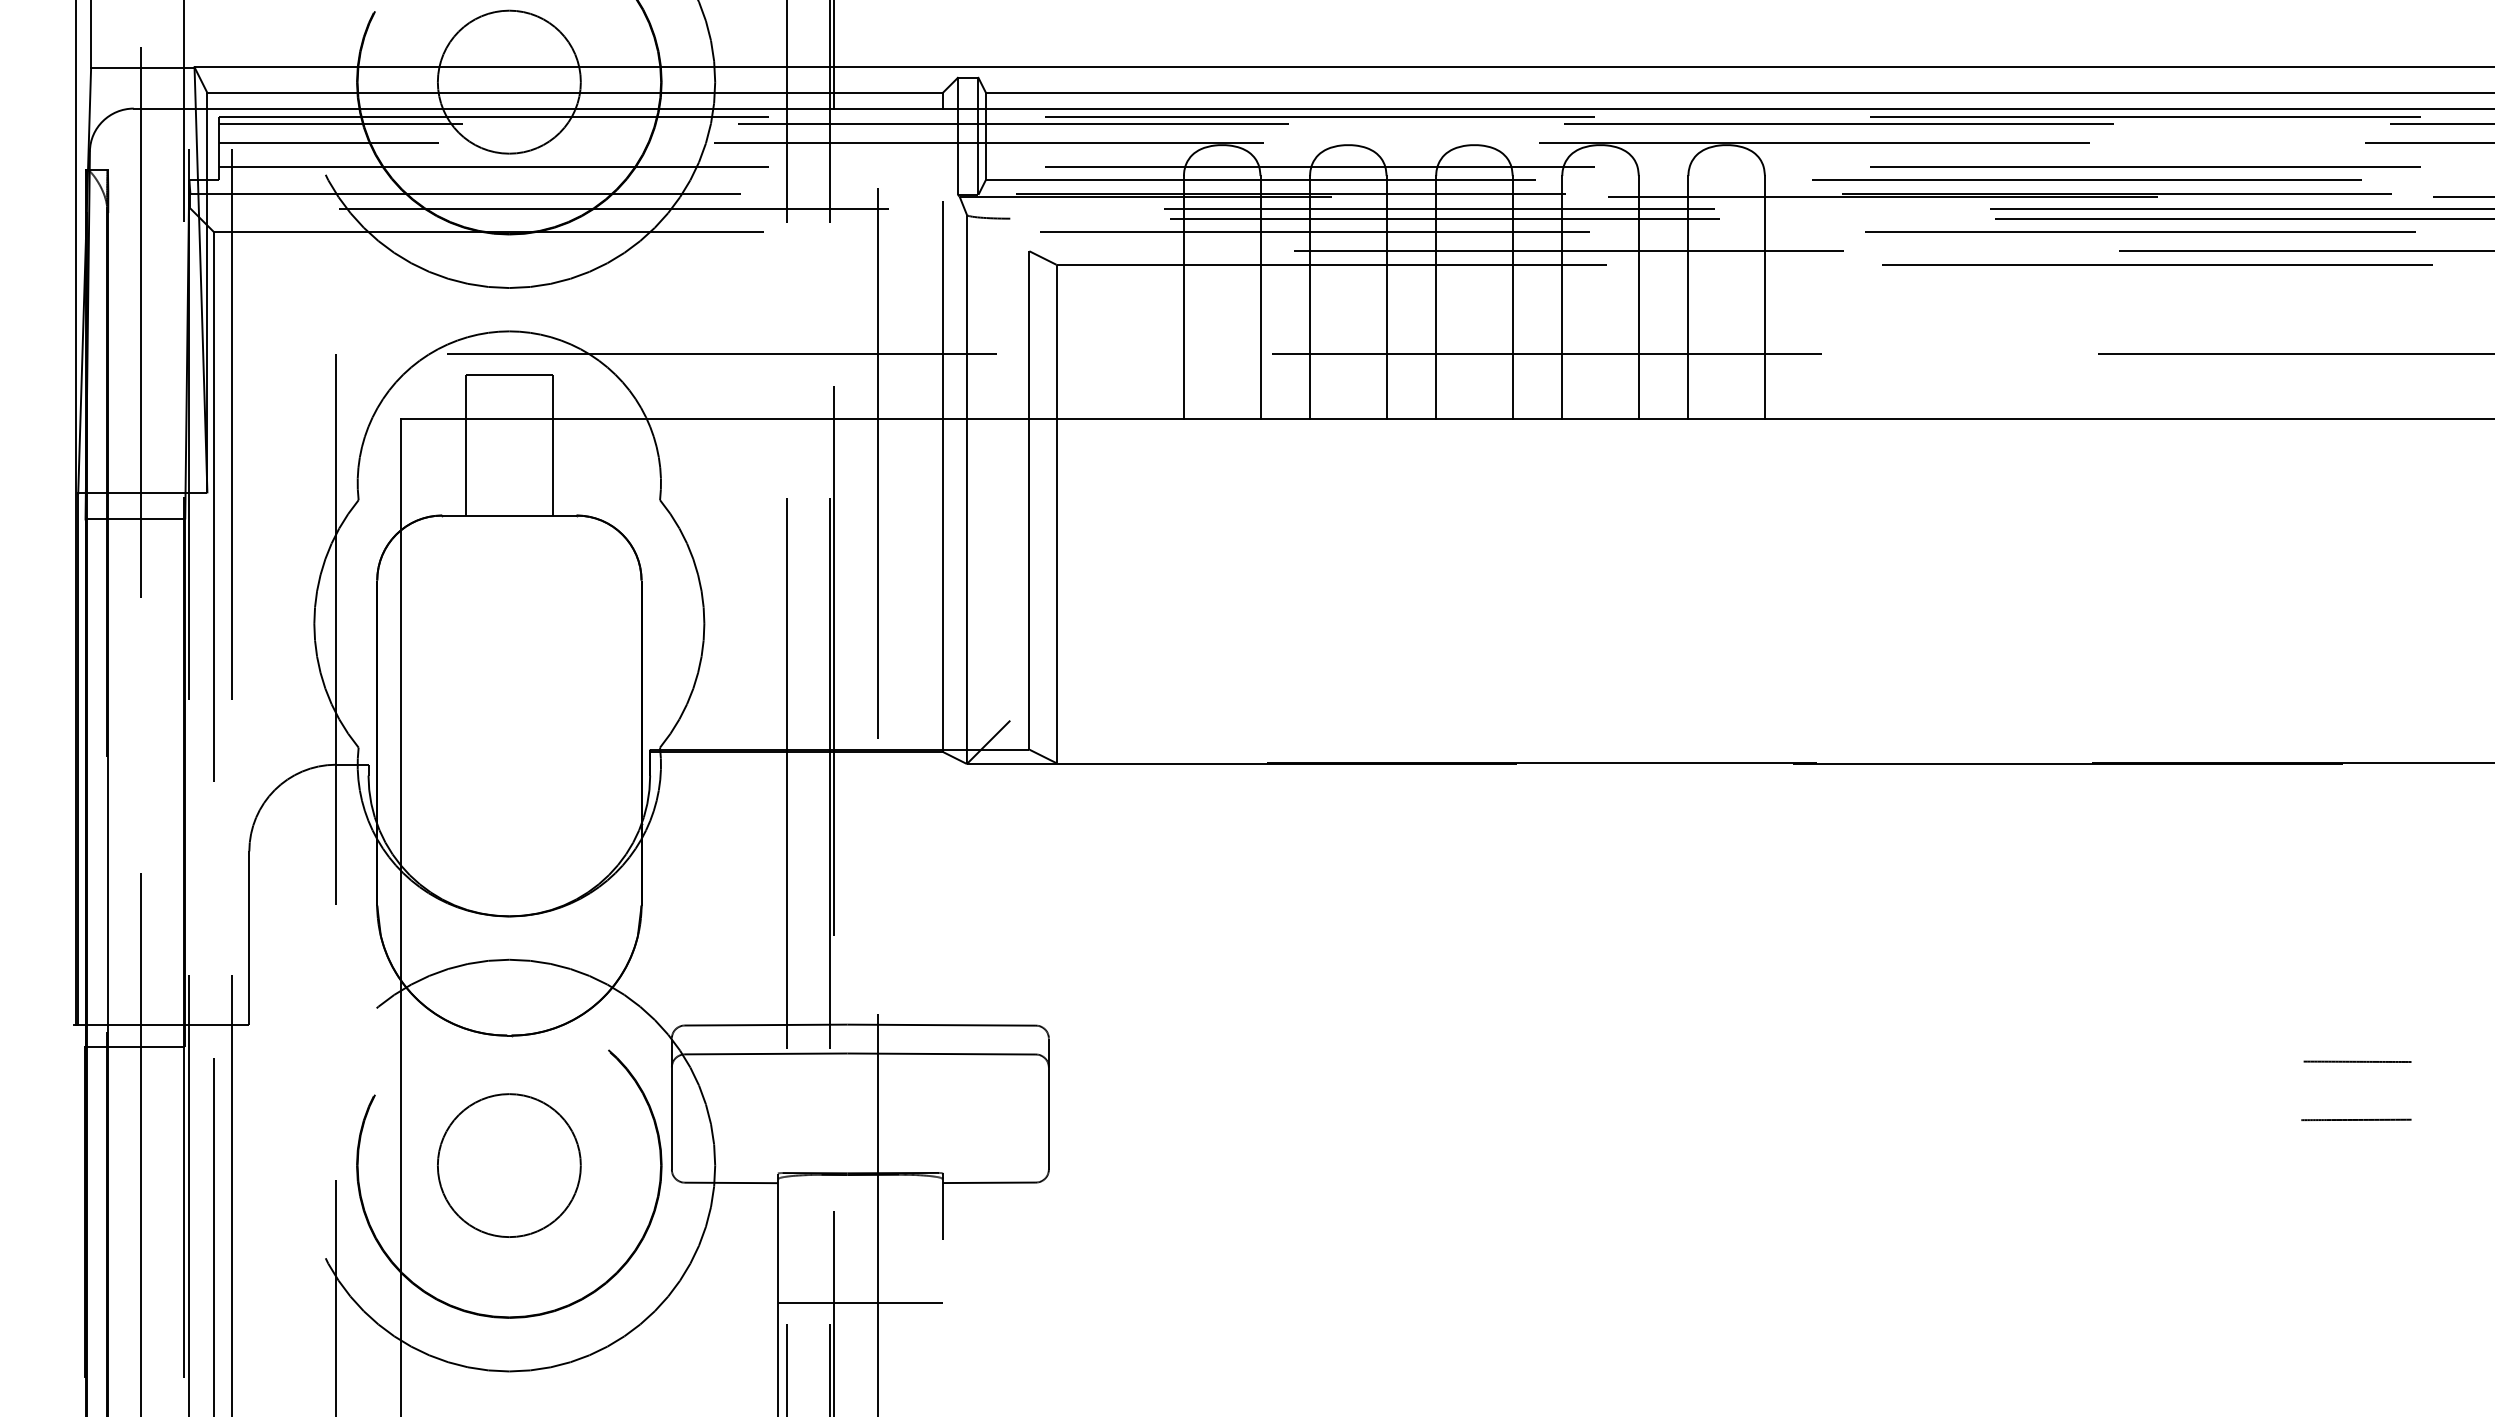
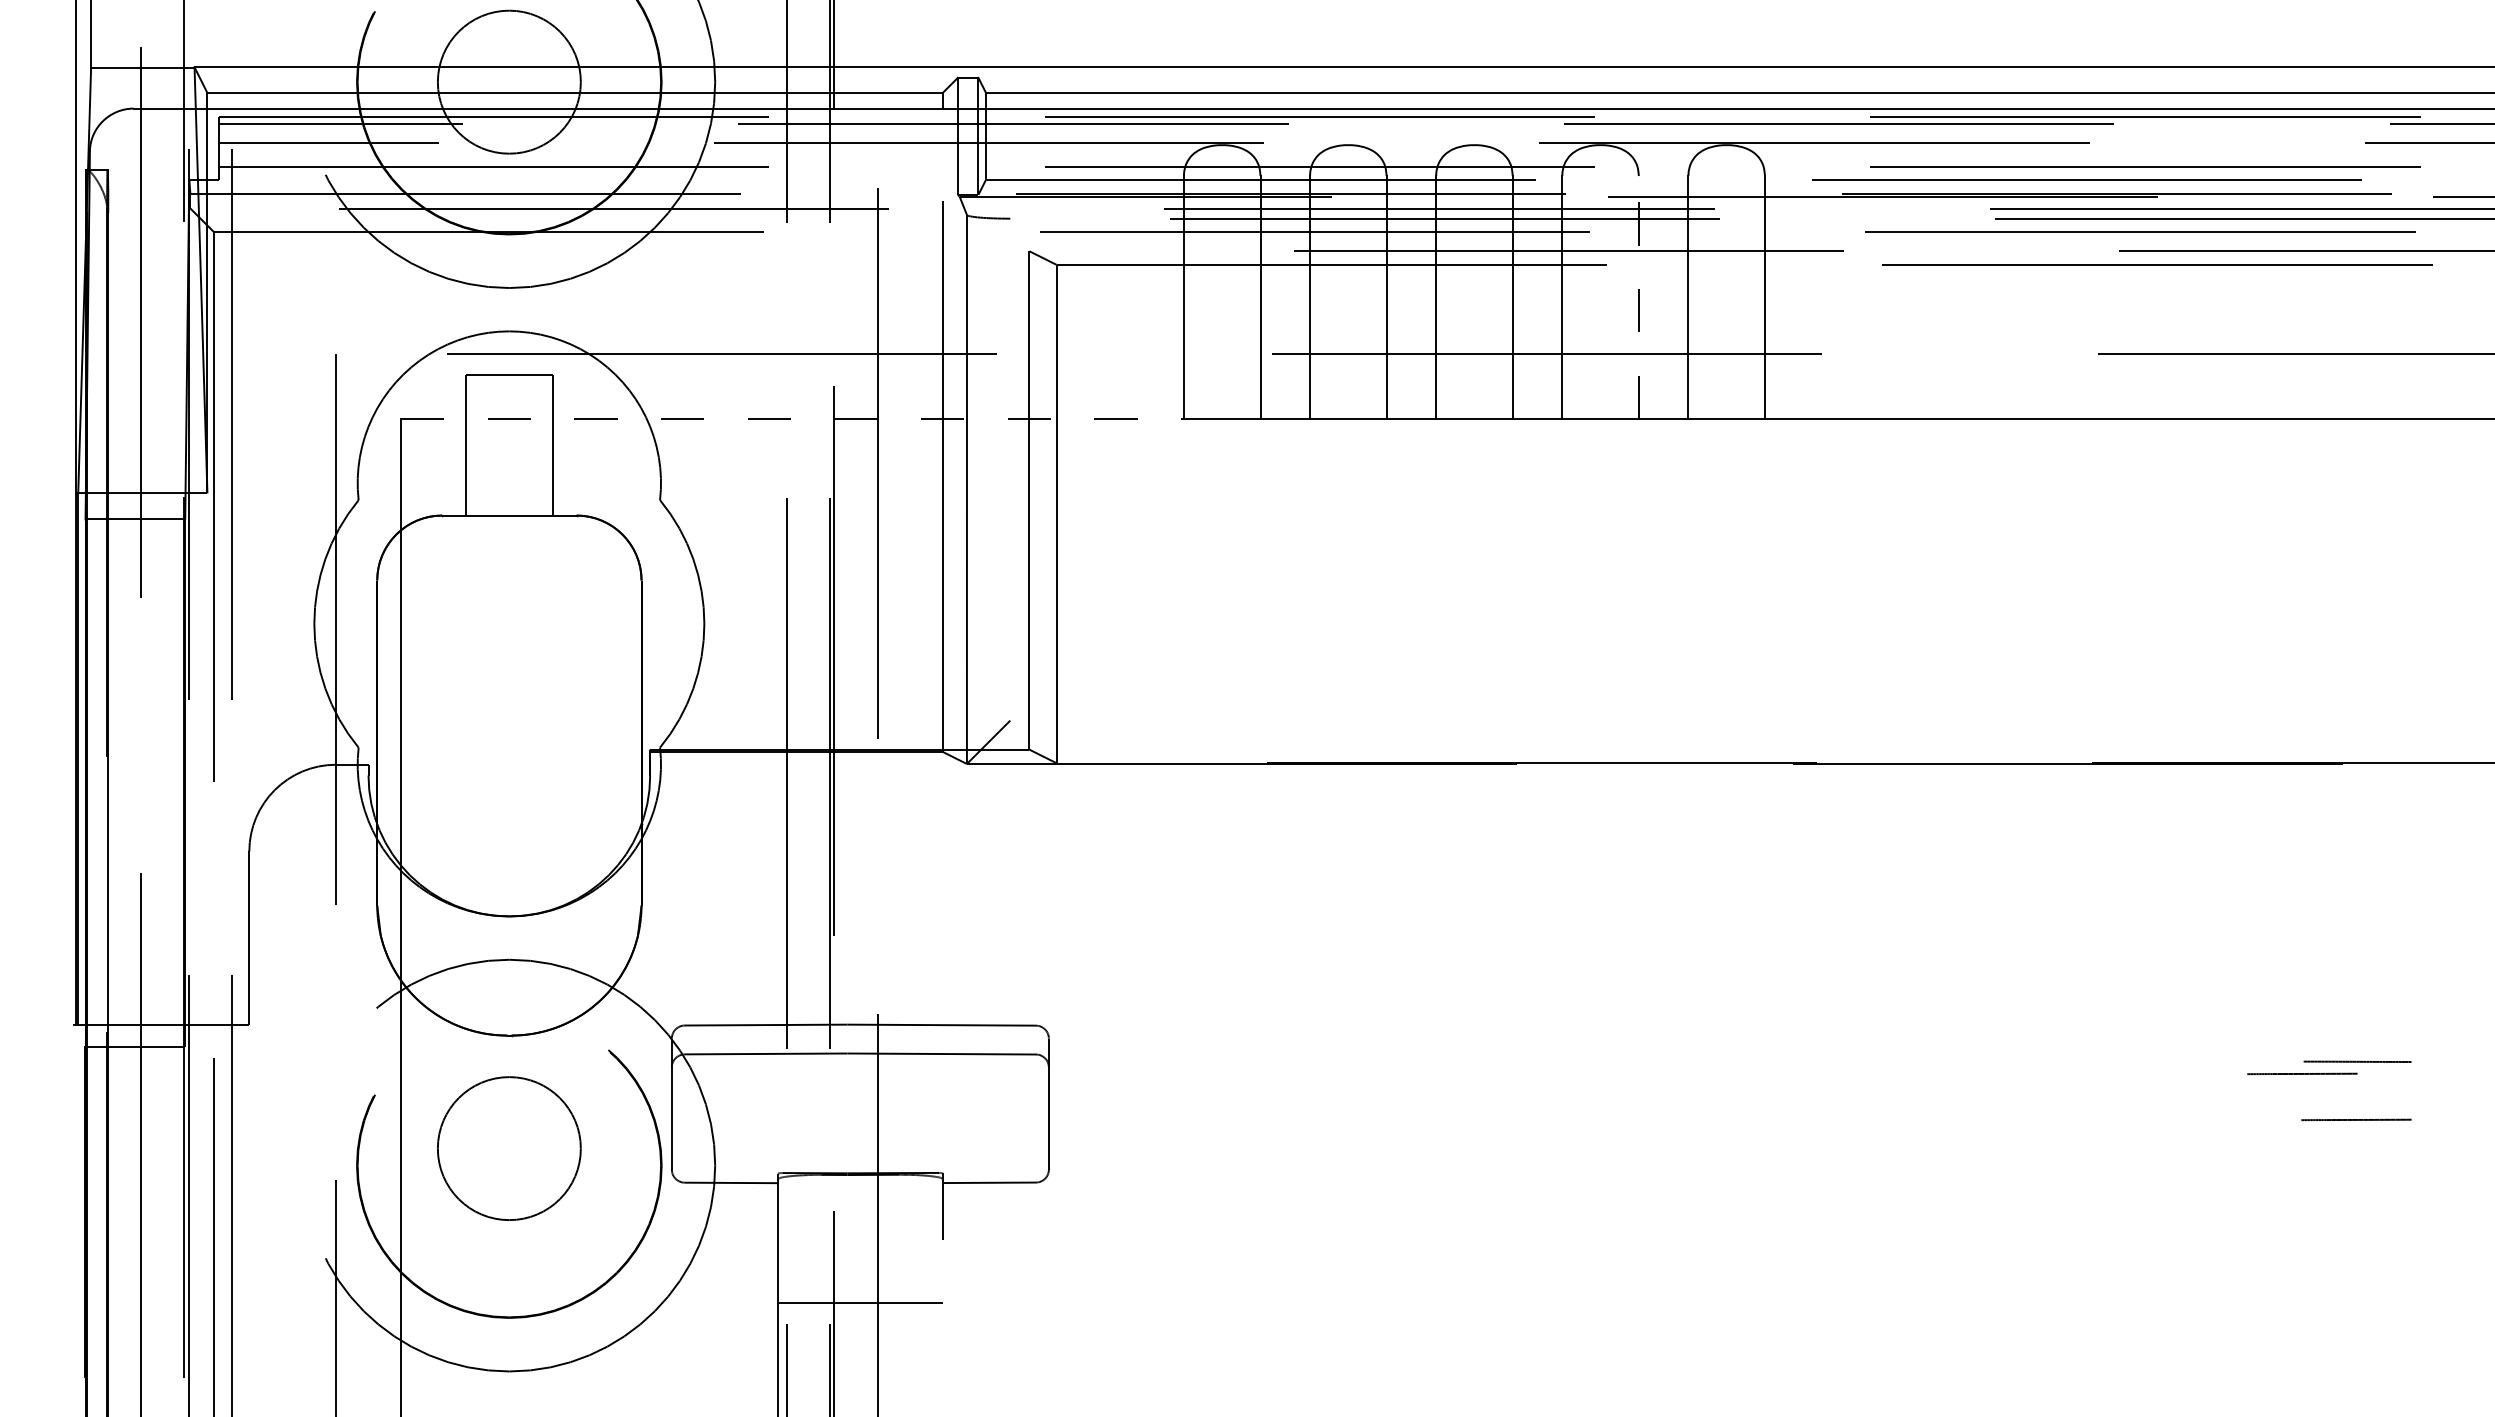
line at (1638, 297): solid -> dashed
line at (793, 419): solid -> dashed
line at (2302, 1073): none -> present
circle at (509, 1165) position: (509, 1165) -> (509, 1148)
